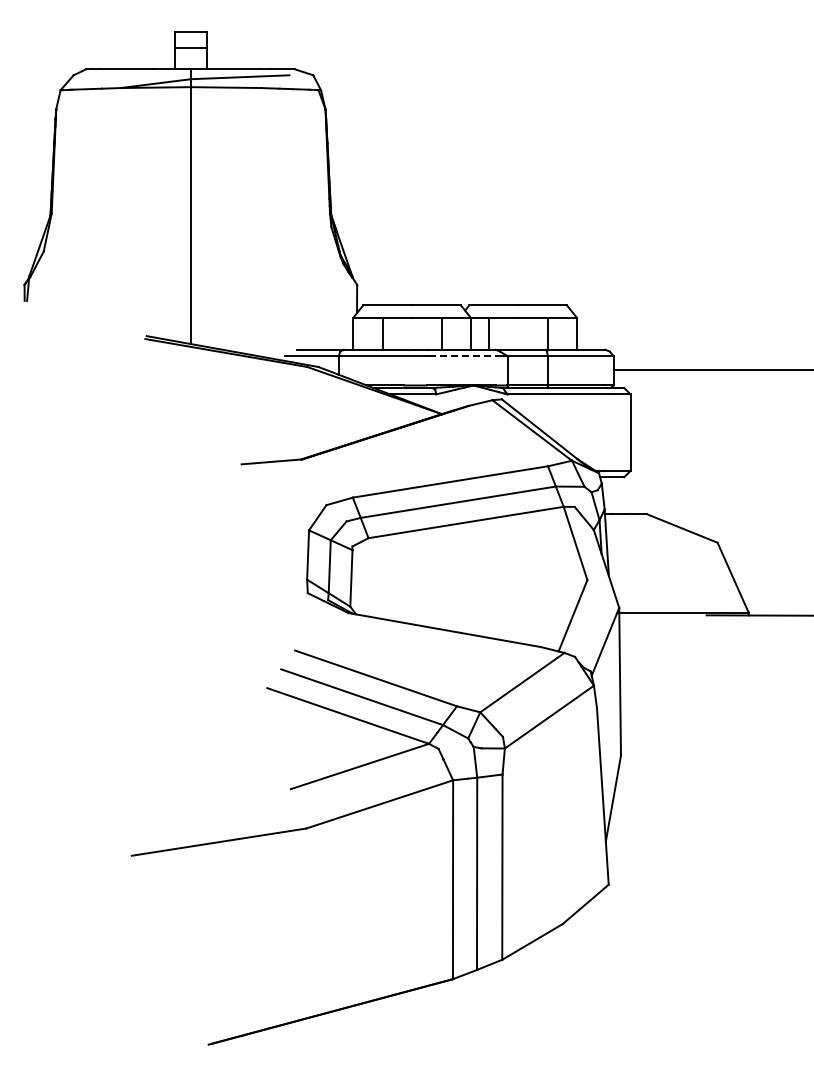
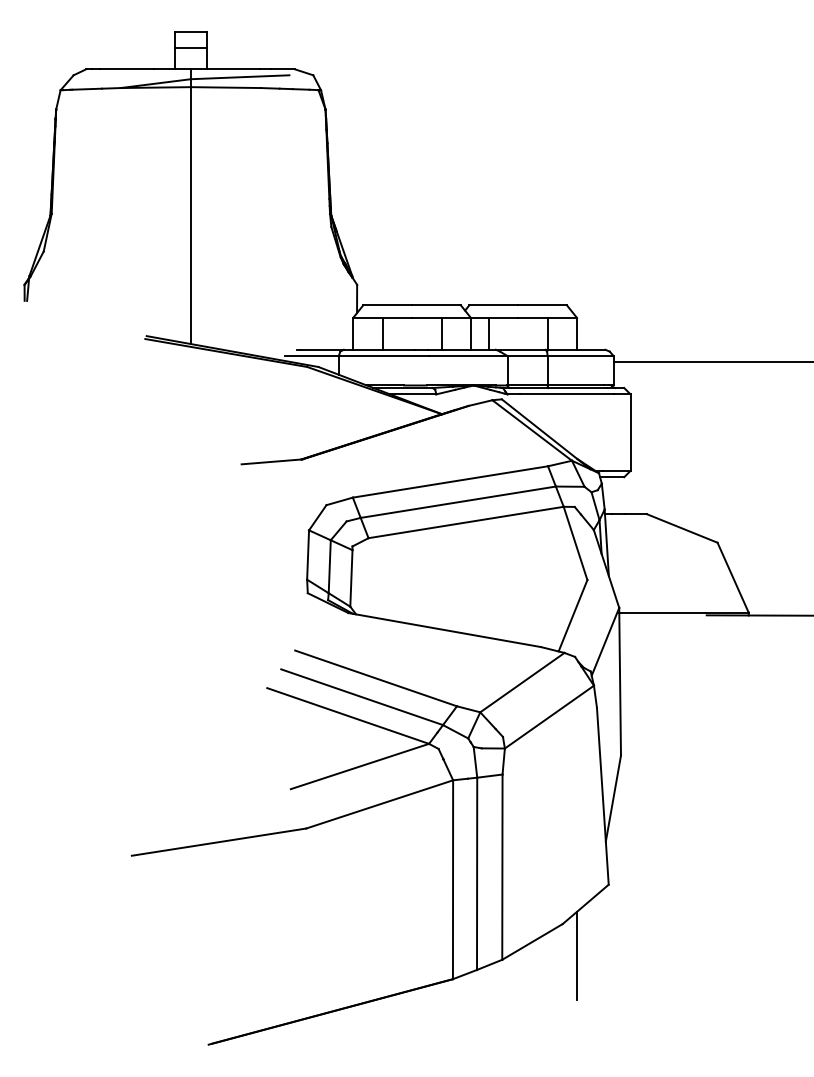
line at (465, 356): dashed -> solid
line at (711, 370) position: (711, 370) -> (711, 362)
line at (577, 955): none -> present
